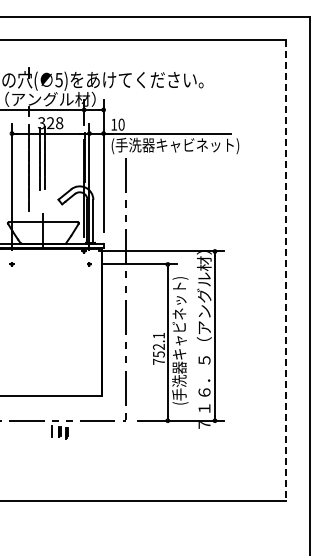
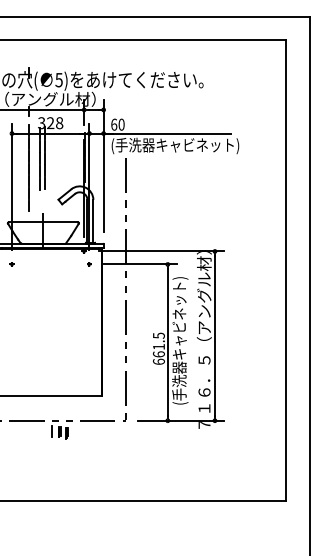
text at (114, 124): 10 -> 60
line at (285, 271): dashed -> solid
text at (158, 348): 752.1 -> 661.5
